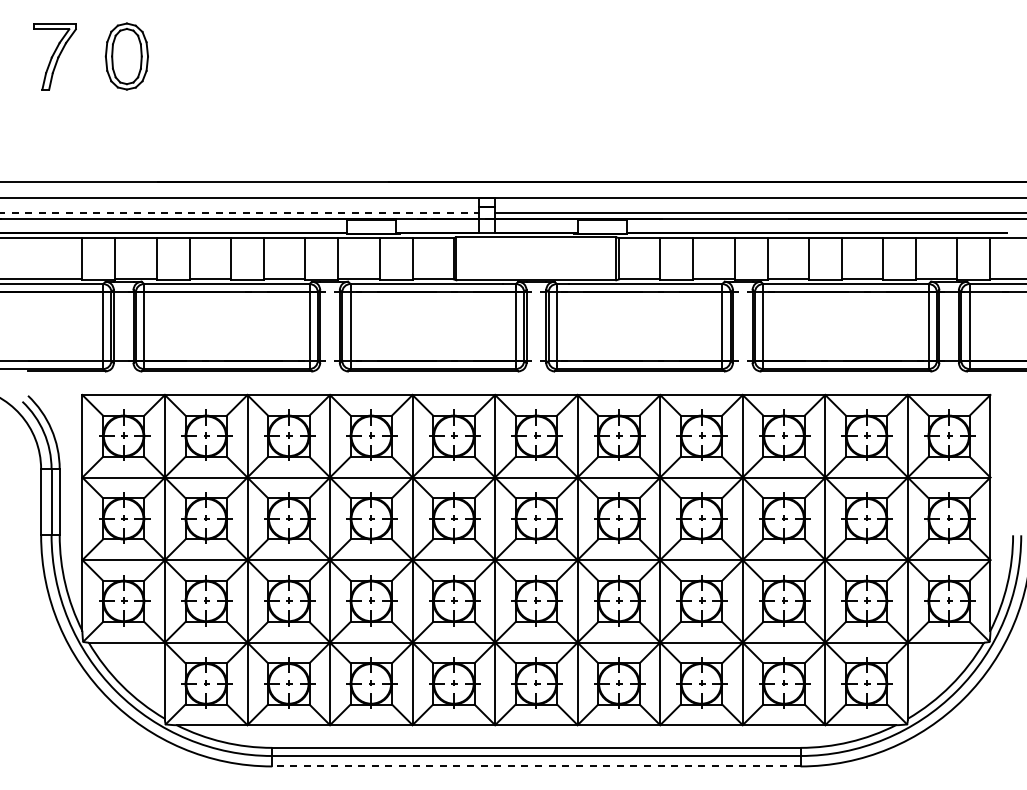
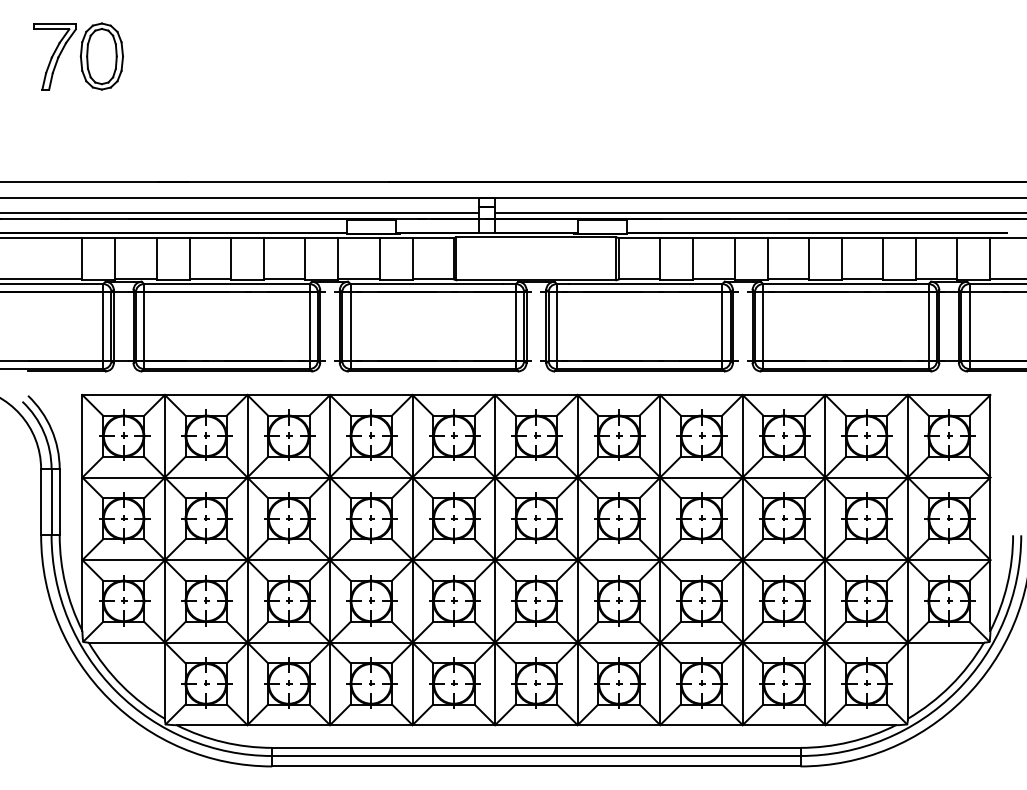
part at (126, 56) position: (126, 56) -> (101, 56)
line at (239, 212): dashed -> solid
line at (535, 766): dashed -> solid
